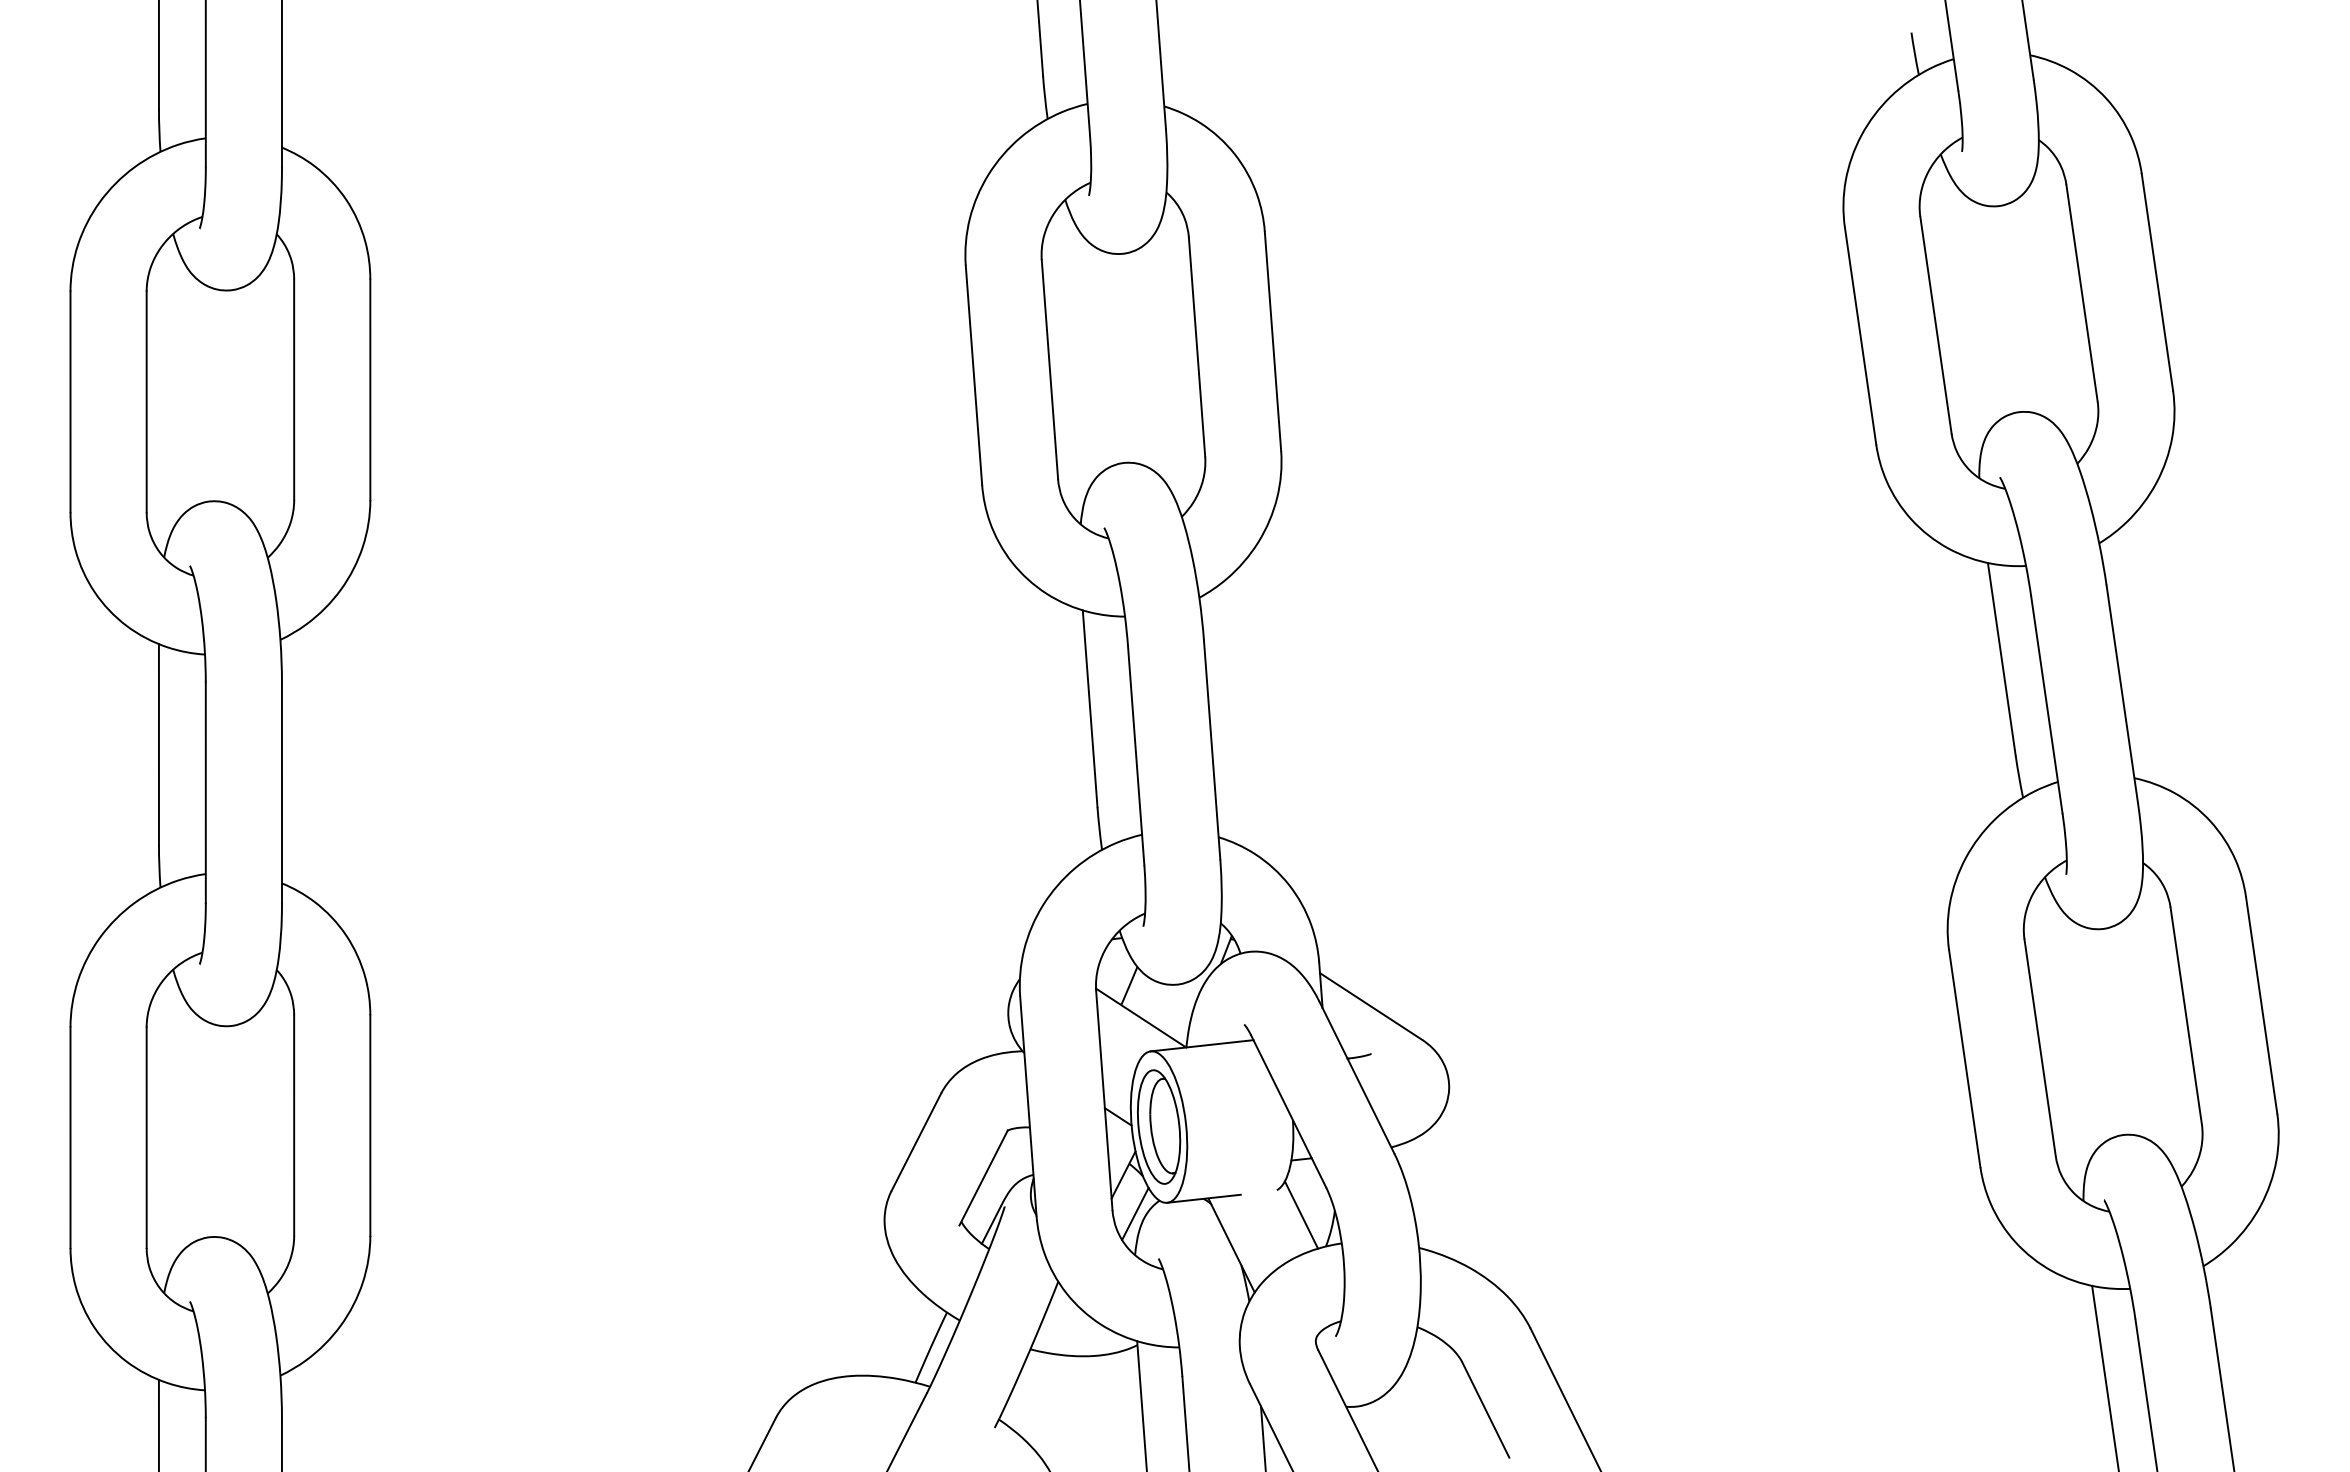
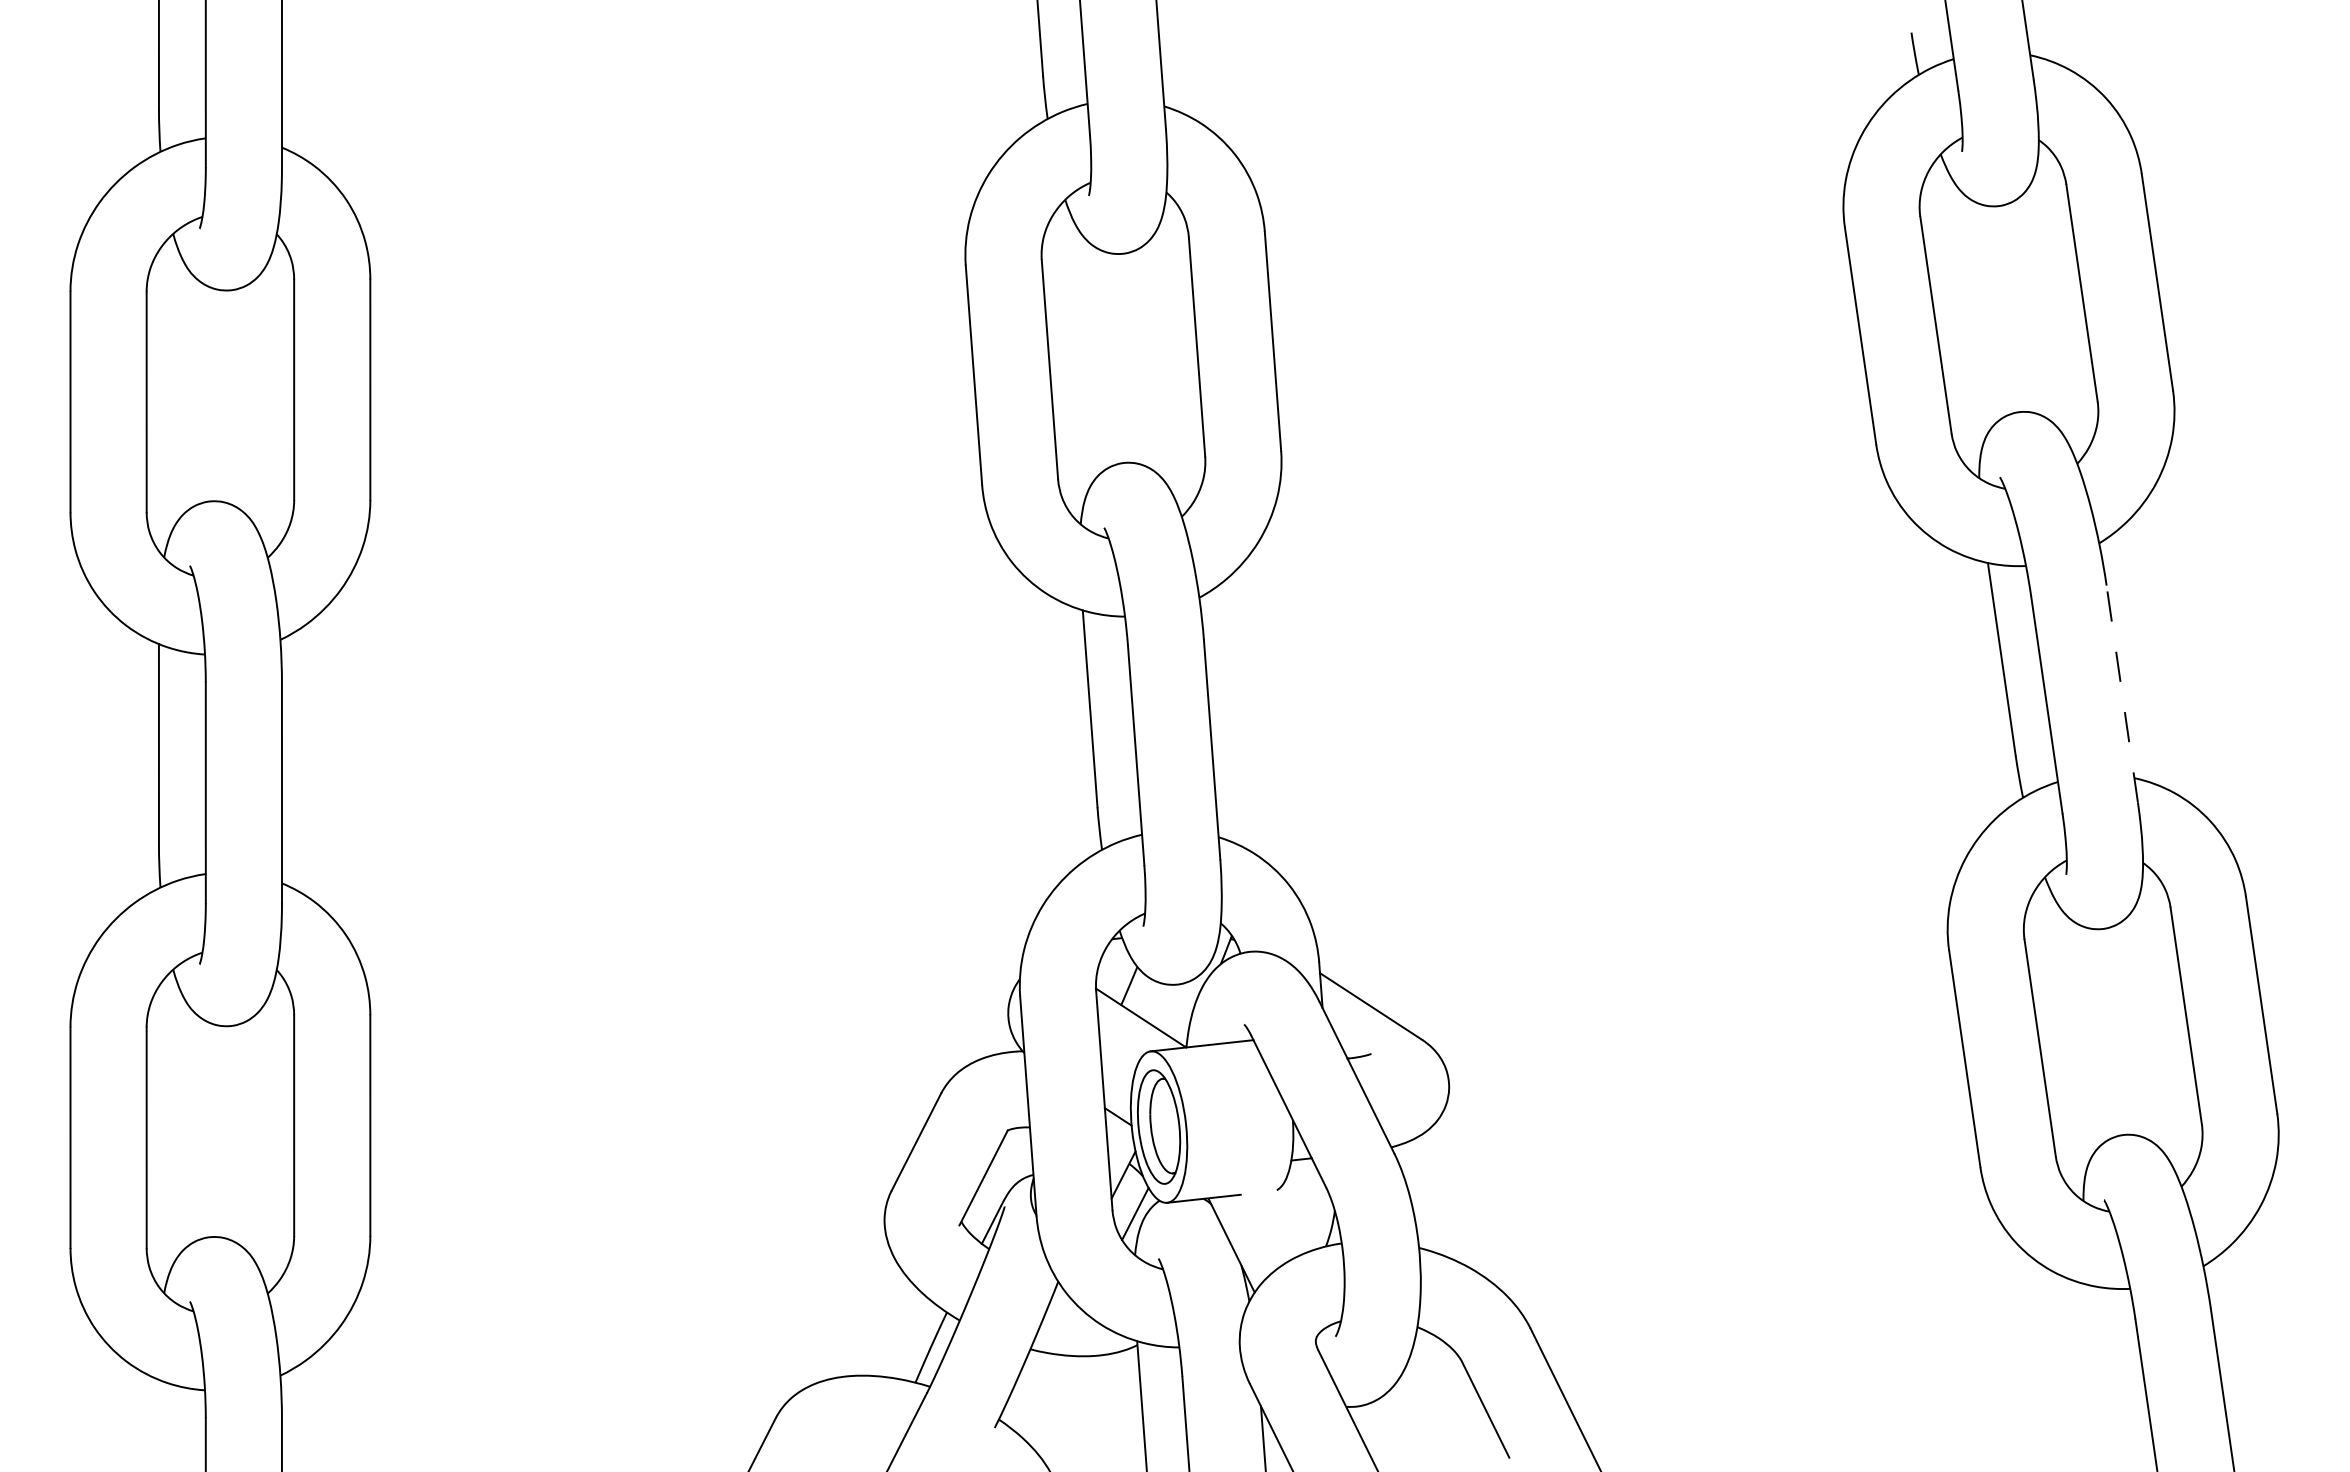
line at (2122, 694): solid -> dashed
line at (1301, 1214): present -> none
line at (2105, 1376): present -> none
line at (158, 1423): present -> none
